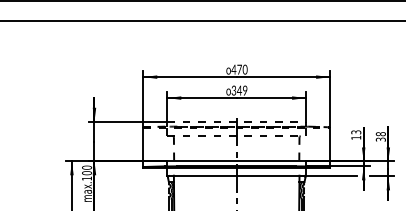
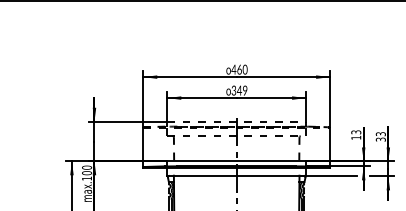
line at (202, 21): present -> none
text at (239, 69): 470 -> 460
text at (380, 134): 38 -> 33
